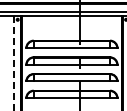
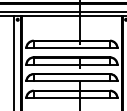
line at (14, 63): dashed -> solid
